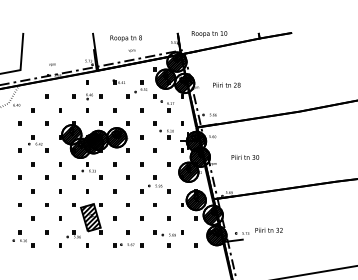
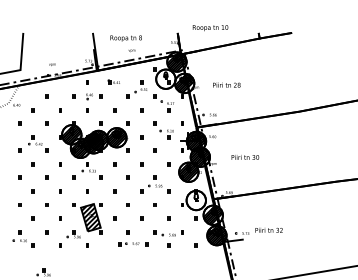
text at (209, 34) position: (209, 34) -> (210, 28)
hatch at (165, 78): present -> none
part at (118, 81) position: (118, 81) -> (113, 81)
hatch at (195, 200): present -> none
part at (128, 245) position: (128, 245) -> (133, 244)
part at (43, 272): none -> present
